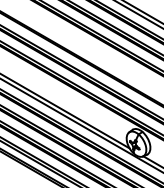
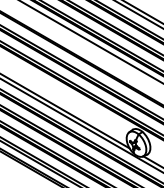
line at (91, 41): none -> present
